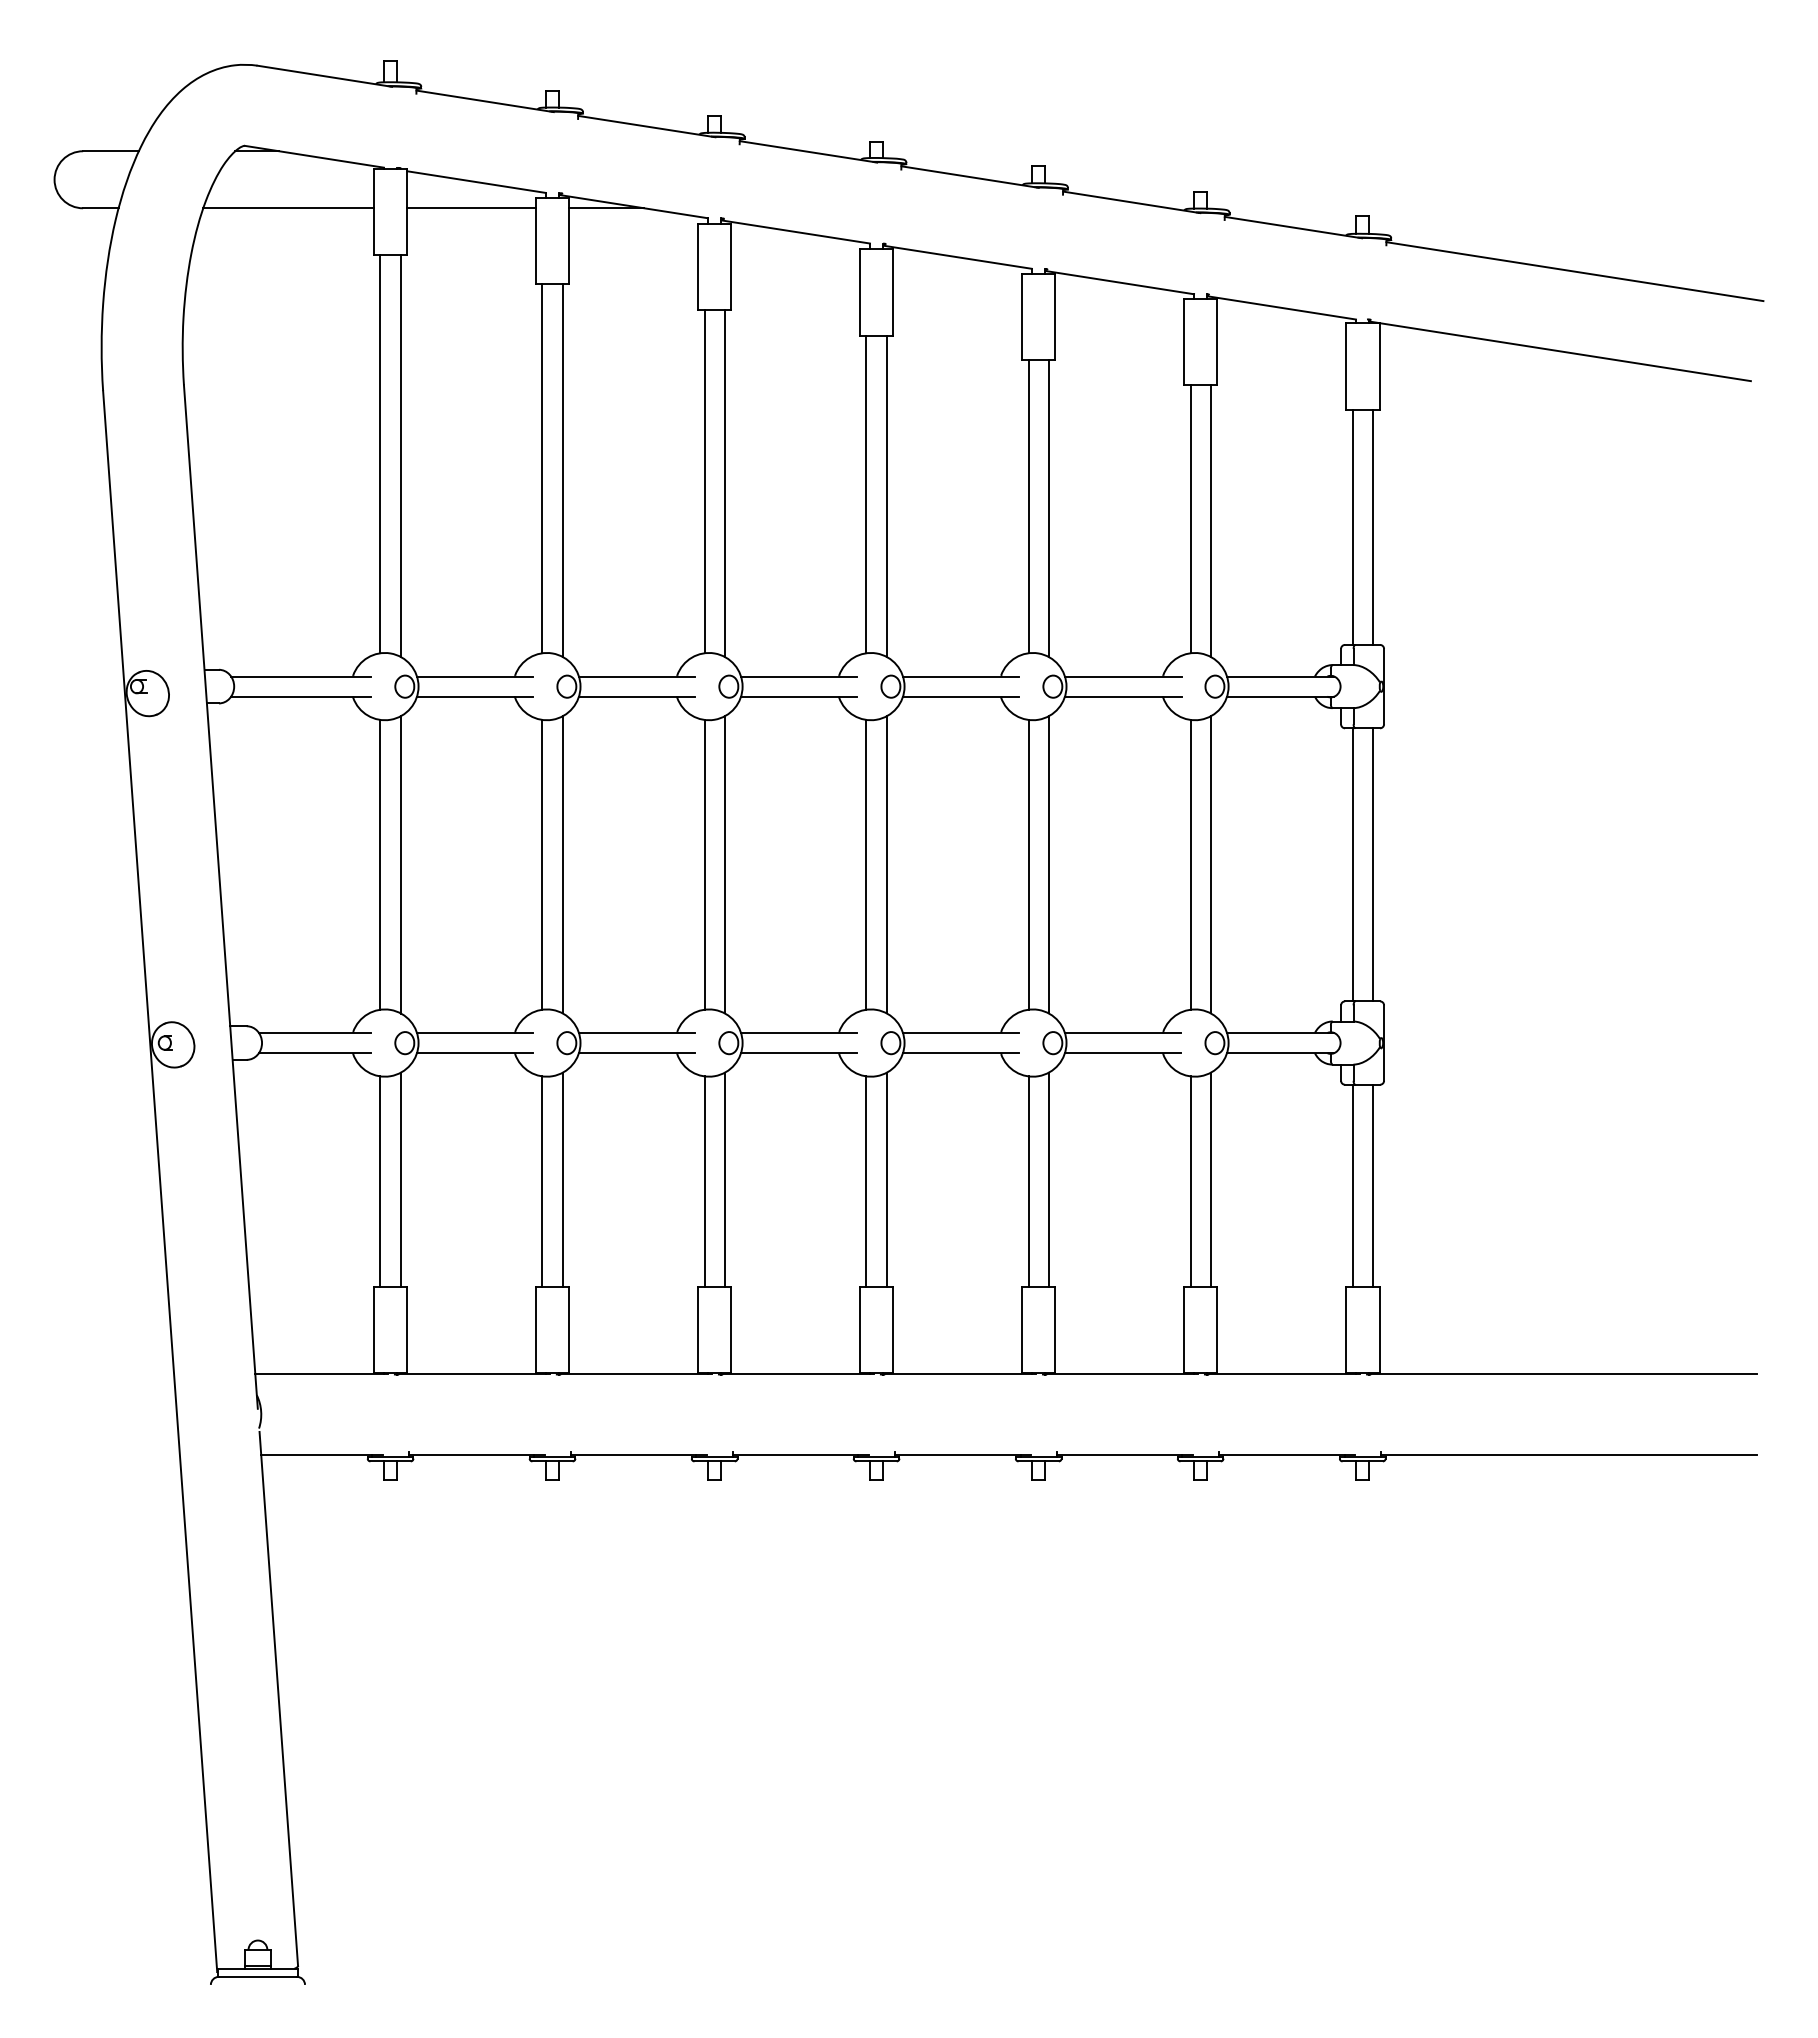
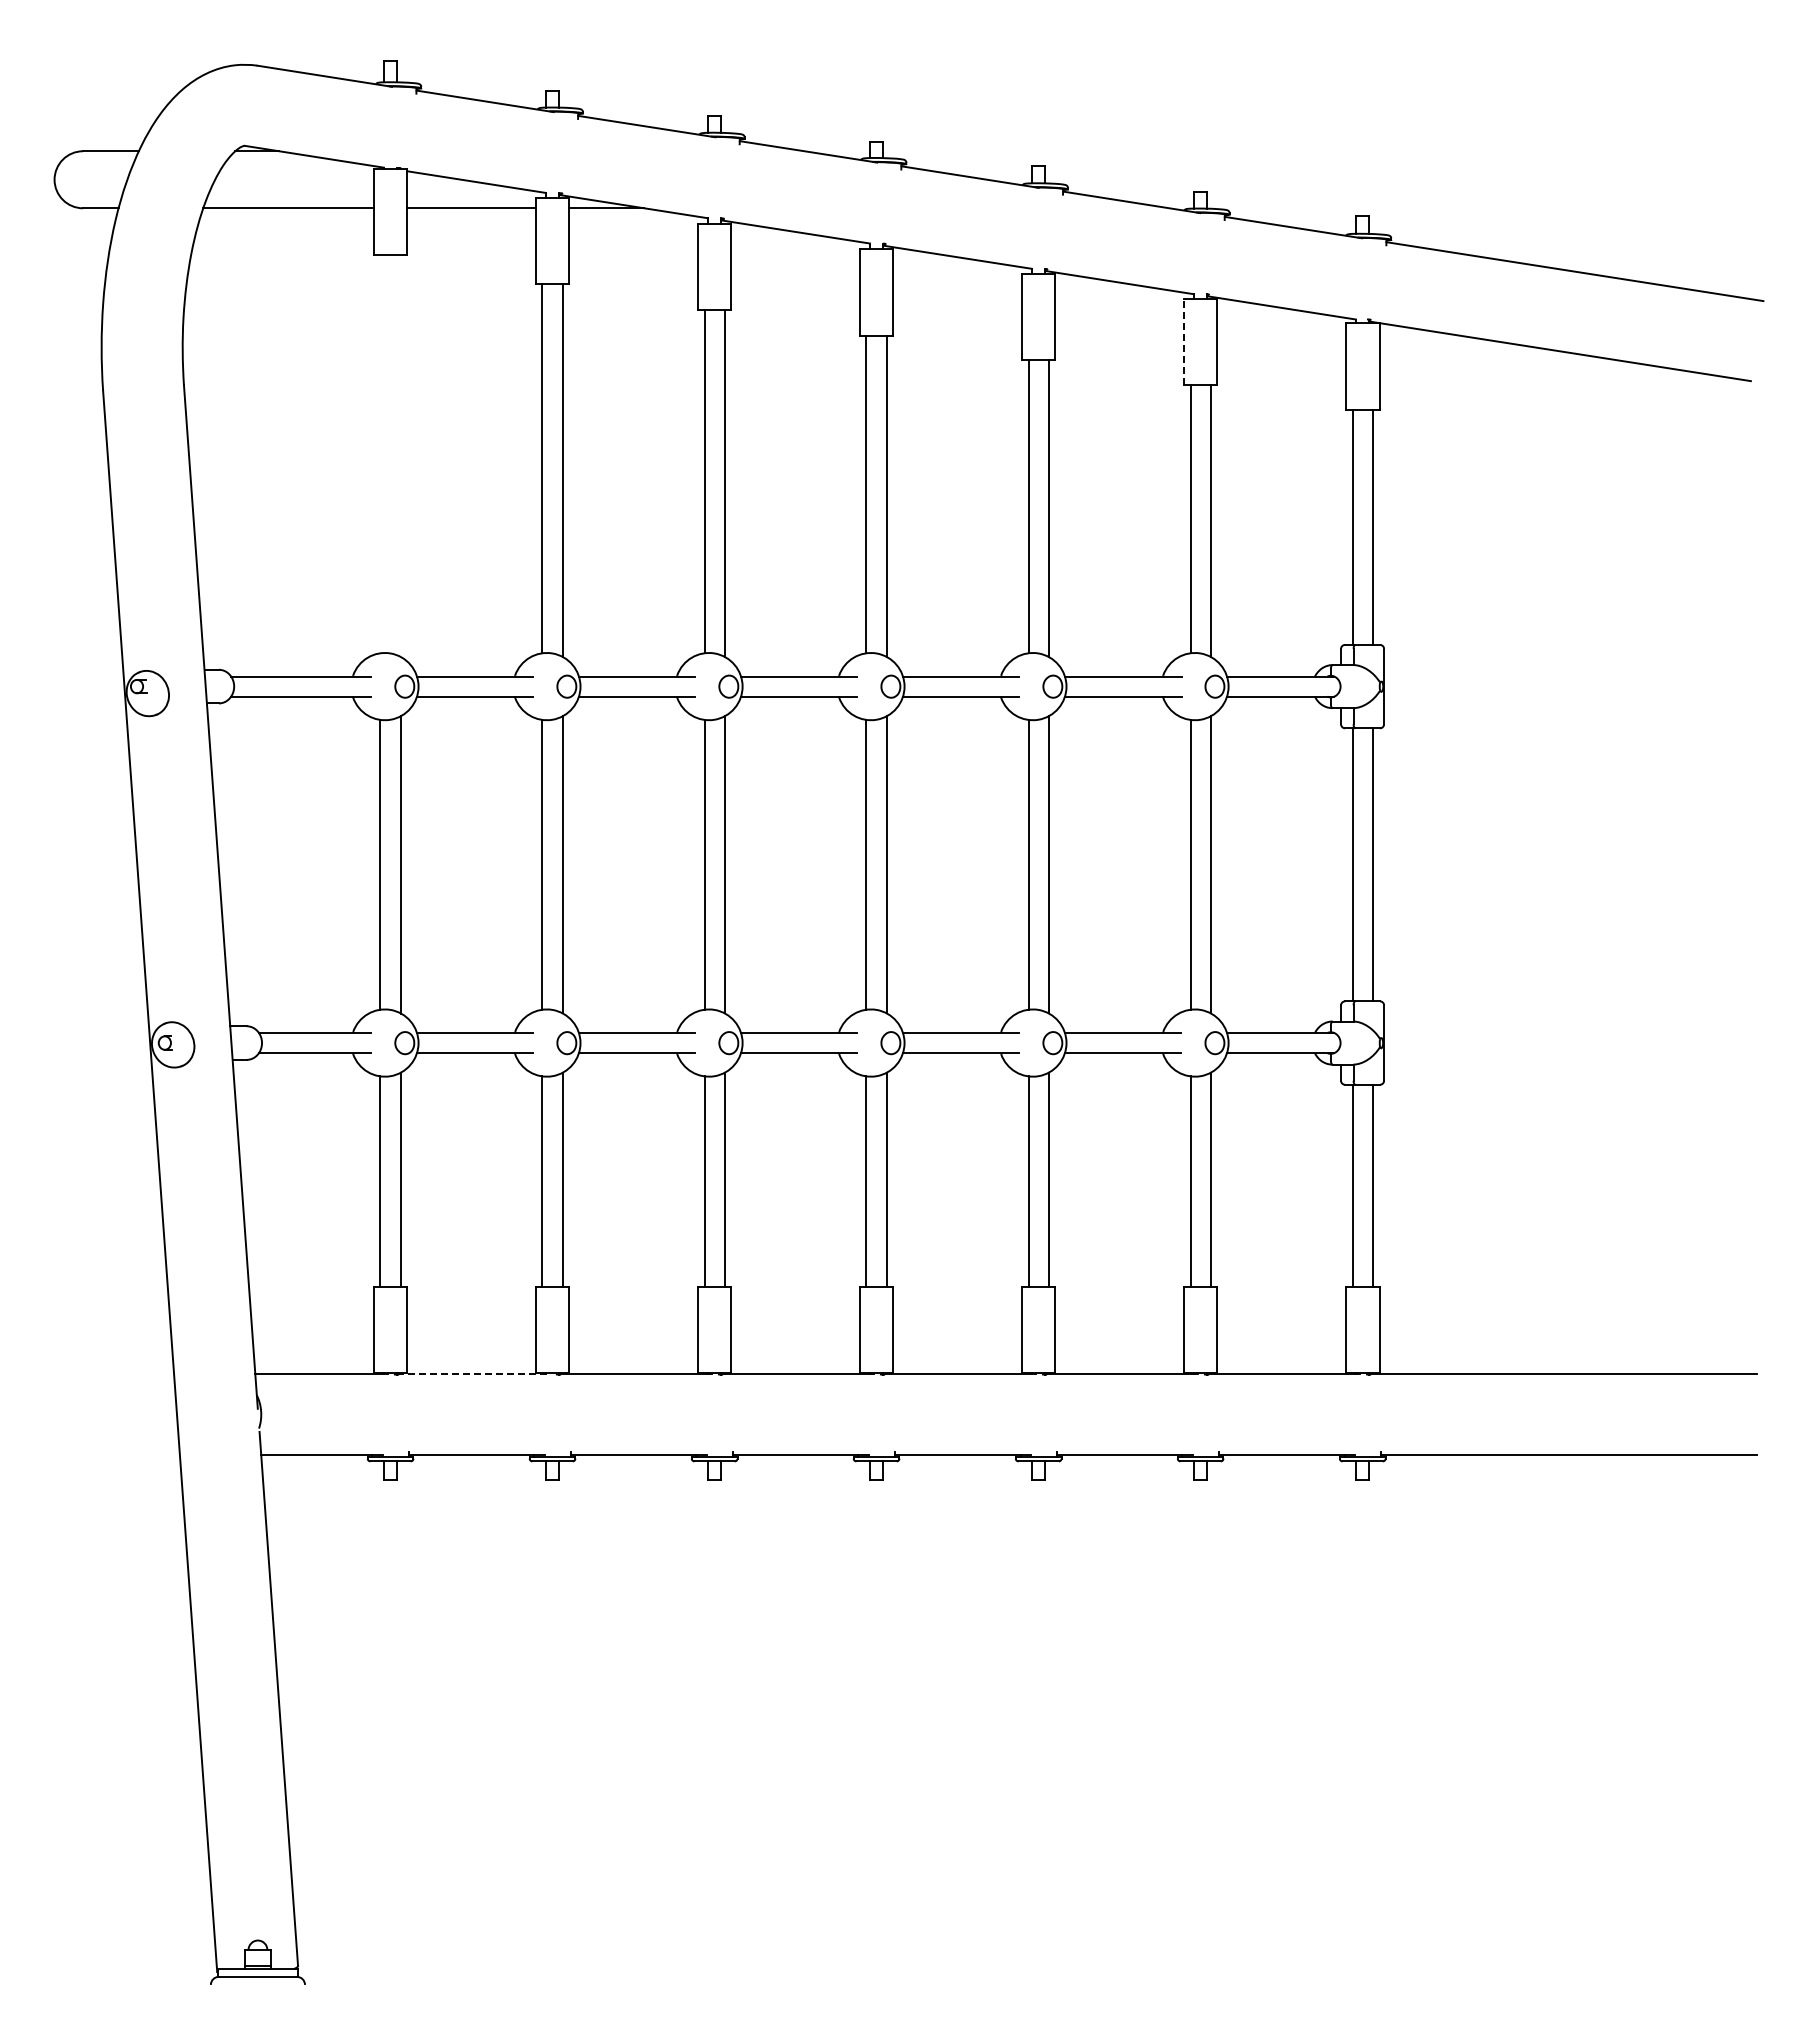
line at (1183, 341): solid -> dashed
line at (379, 453): present -> none
line at (401, 455): present -> none
line at (474, 1373): solid -> dashed
